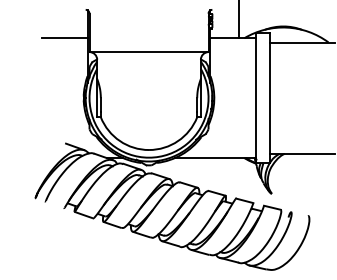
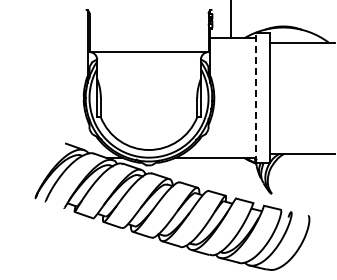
line at (239, 20) position: (239, 20) -> (231, 20)
line at (64, 38): present -> none
line at (256, 97): solid -> dashed
